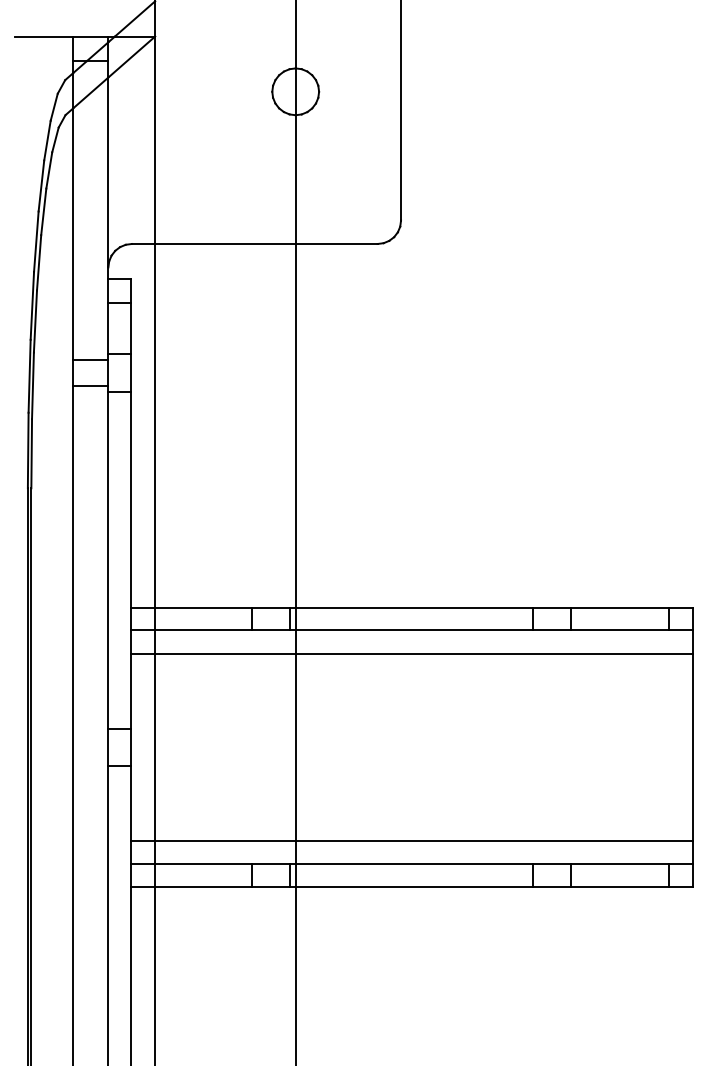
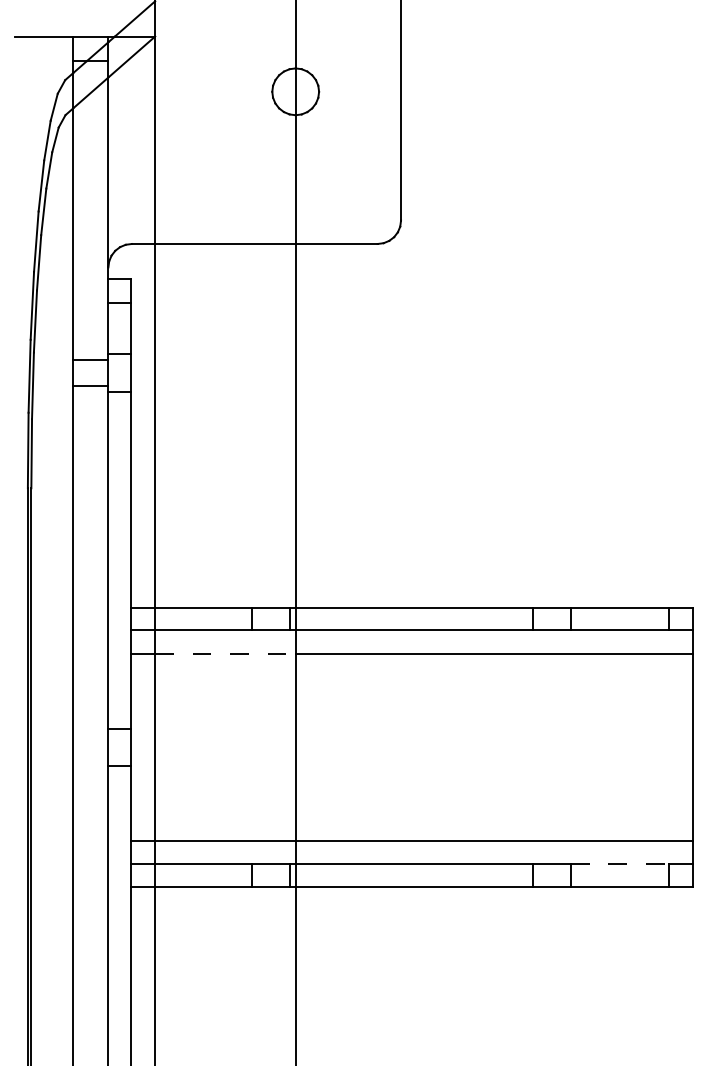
line at (225, 653): solid -> dashed
line at (620, 864): solid -> dashed
